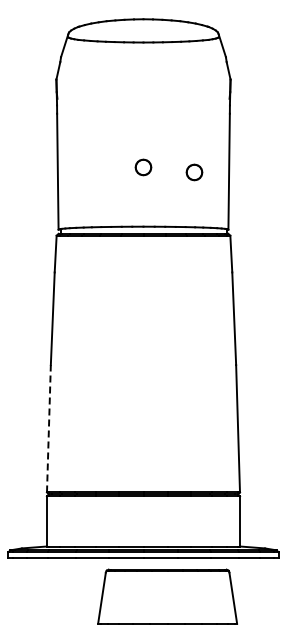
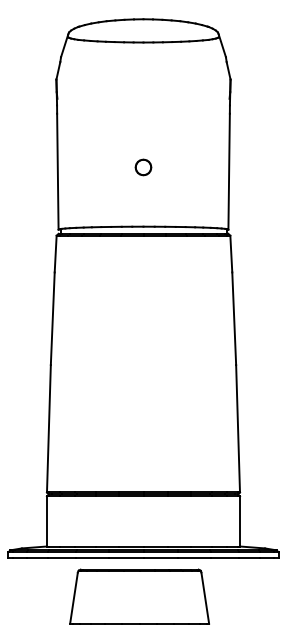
part at (194, 172): present -> none
line at (48, 428): dashed -> solid
part at (167, 596) position: (167, 596) -> (139, 596)
